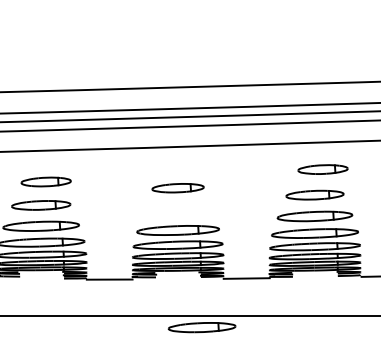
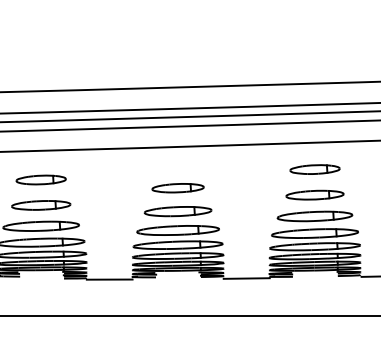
part at (322, 169) position: (322, 169) -> (314, 169)
part at (45, 181) position: (45, 181) -> (40, 179)
part at (201, 327) position: (201, 327) -> (177, 211)
